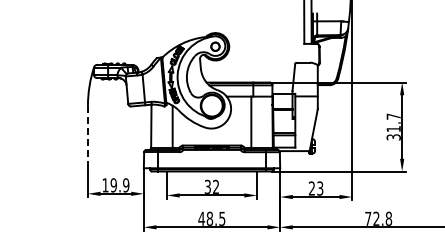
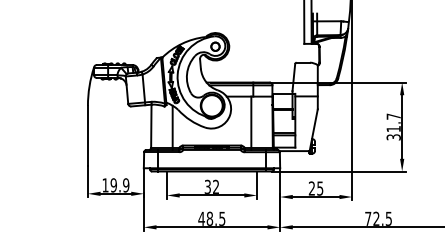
line at (87, 136): dashed -> solid
text at (320, 187): 23 -> 25
text at (388, 218): 72.8 -> 72.5
